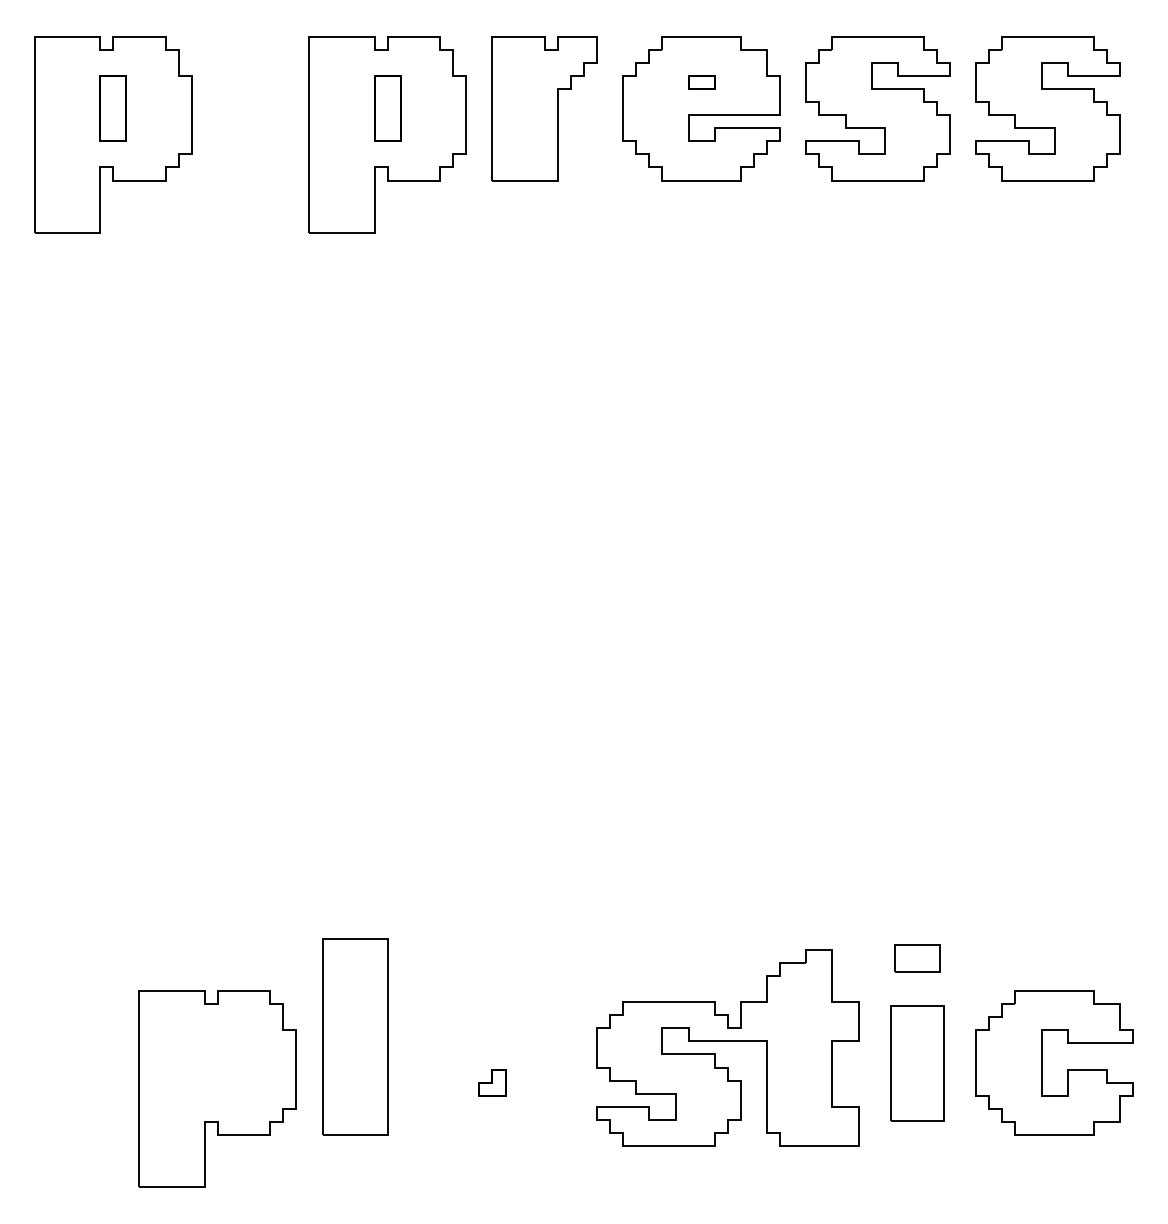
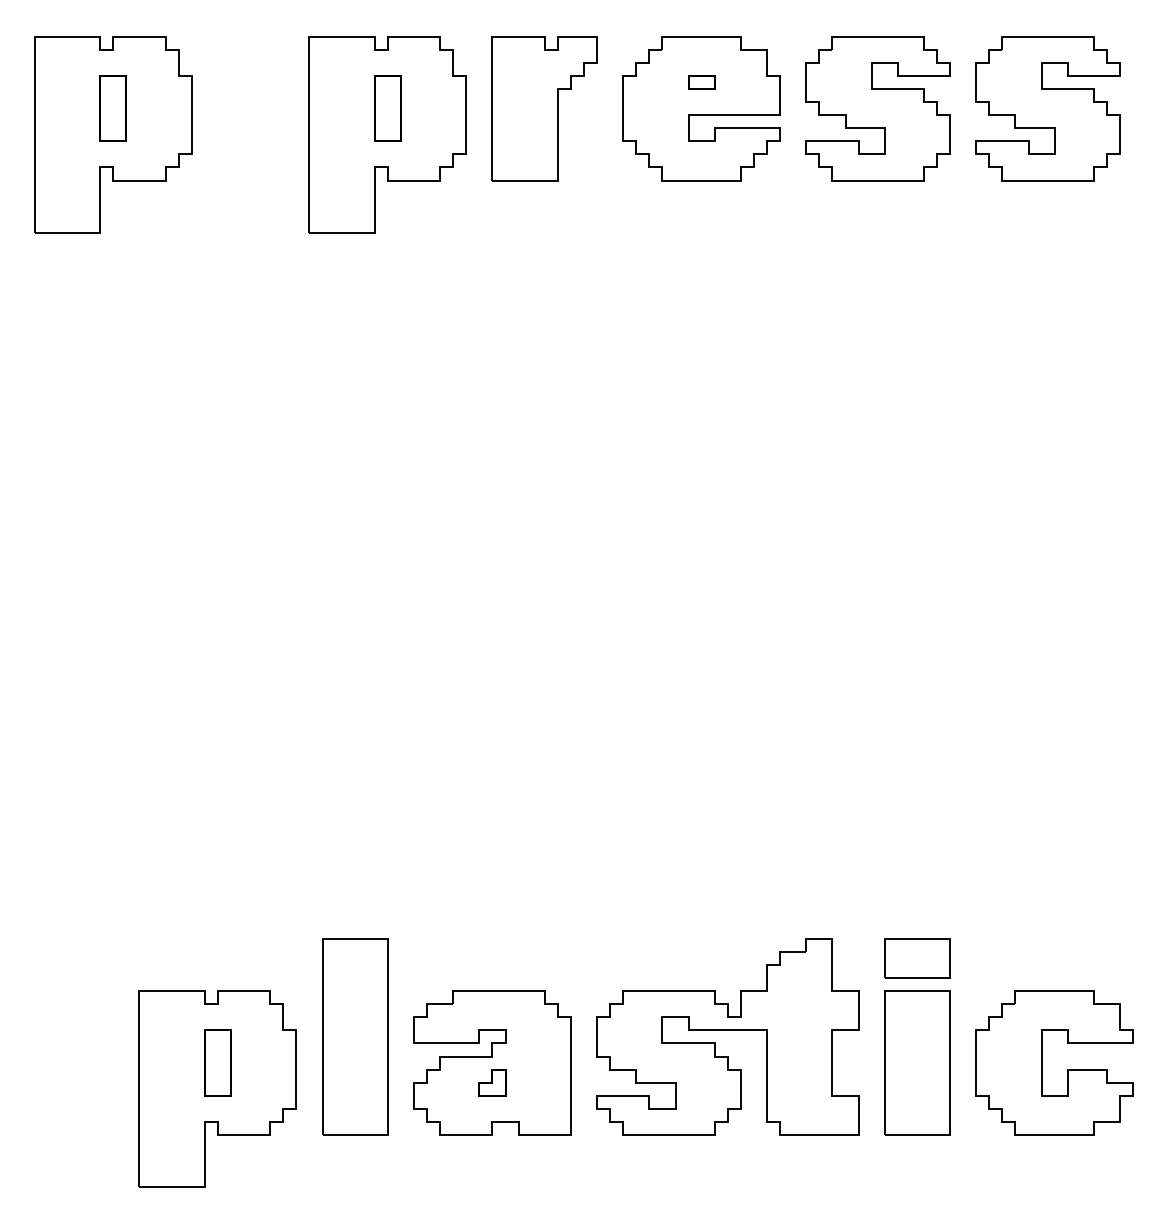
part at (917, 958) size: 47x29 px -> 67x41 px
part at (727, 1047) position: (727, 1047) -> (727, 1036)
part at (217, 1062): none -> present
part at (492, 1062): none -> present
part at (917, 1063) size: 55x117 px -> 67x146 px
